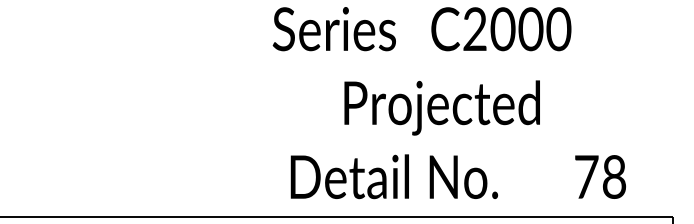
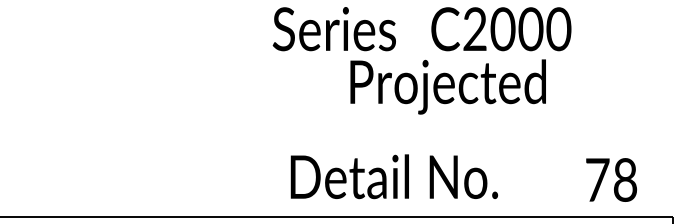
text at (441, 107) position: (441, 107) -> (447, 86)
text at (600, 176) position: (600, 176) -> (611, 179)
